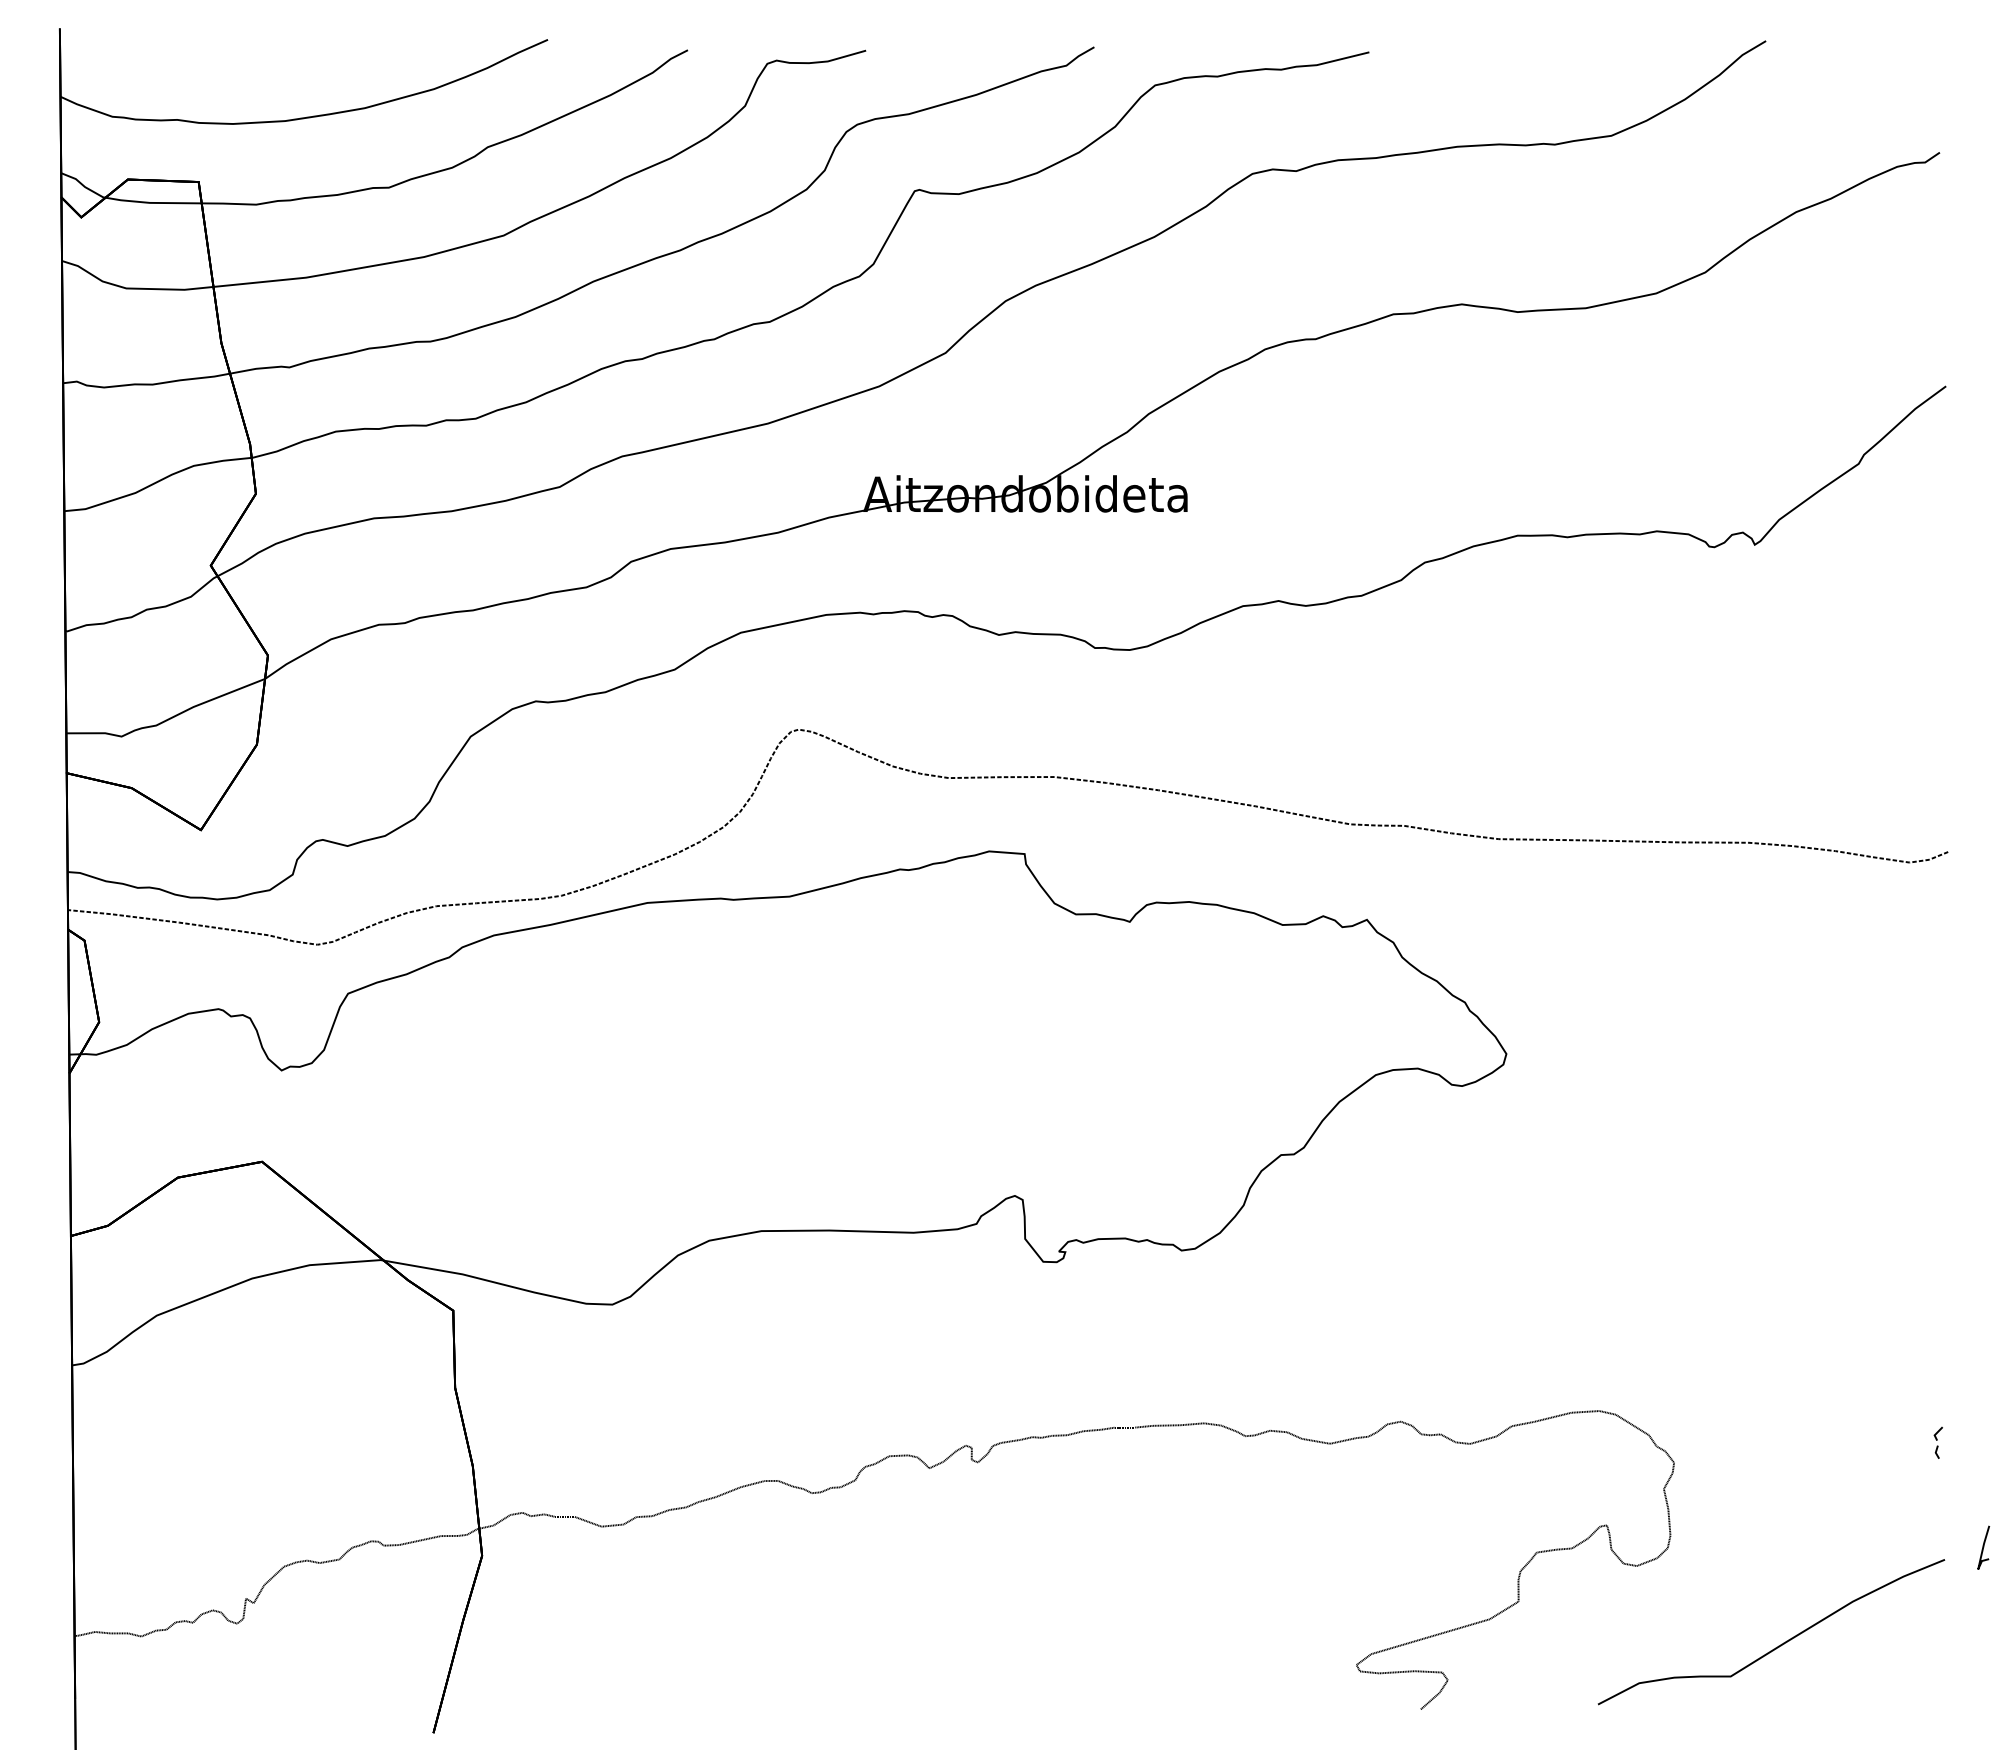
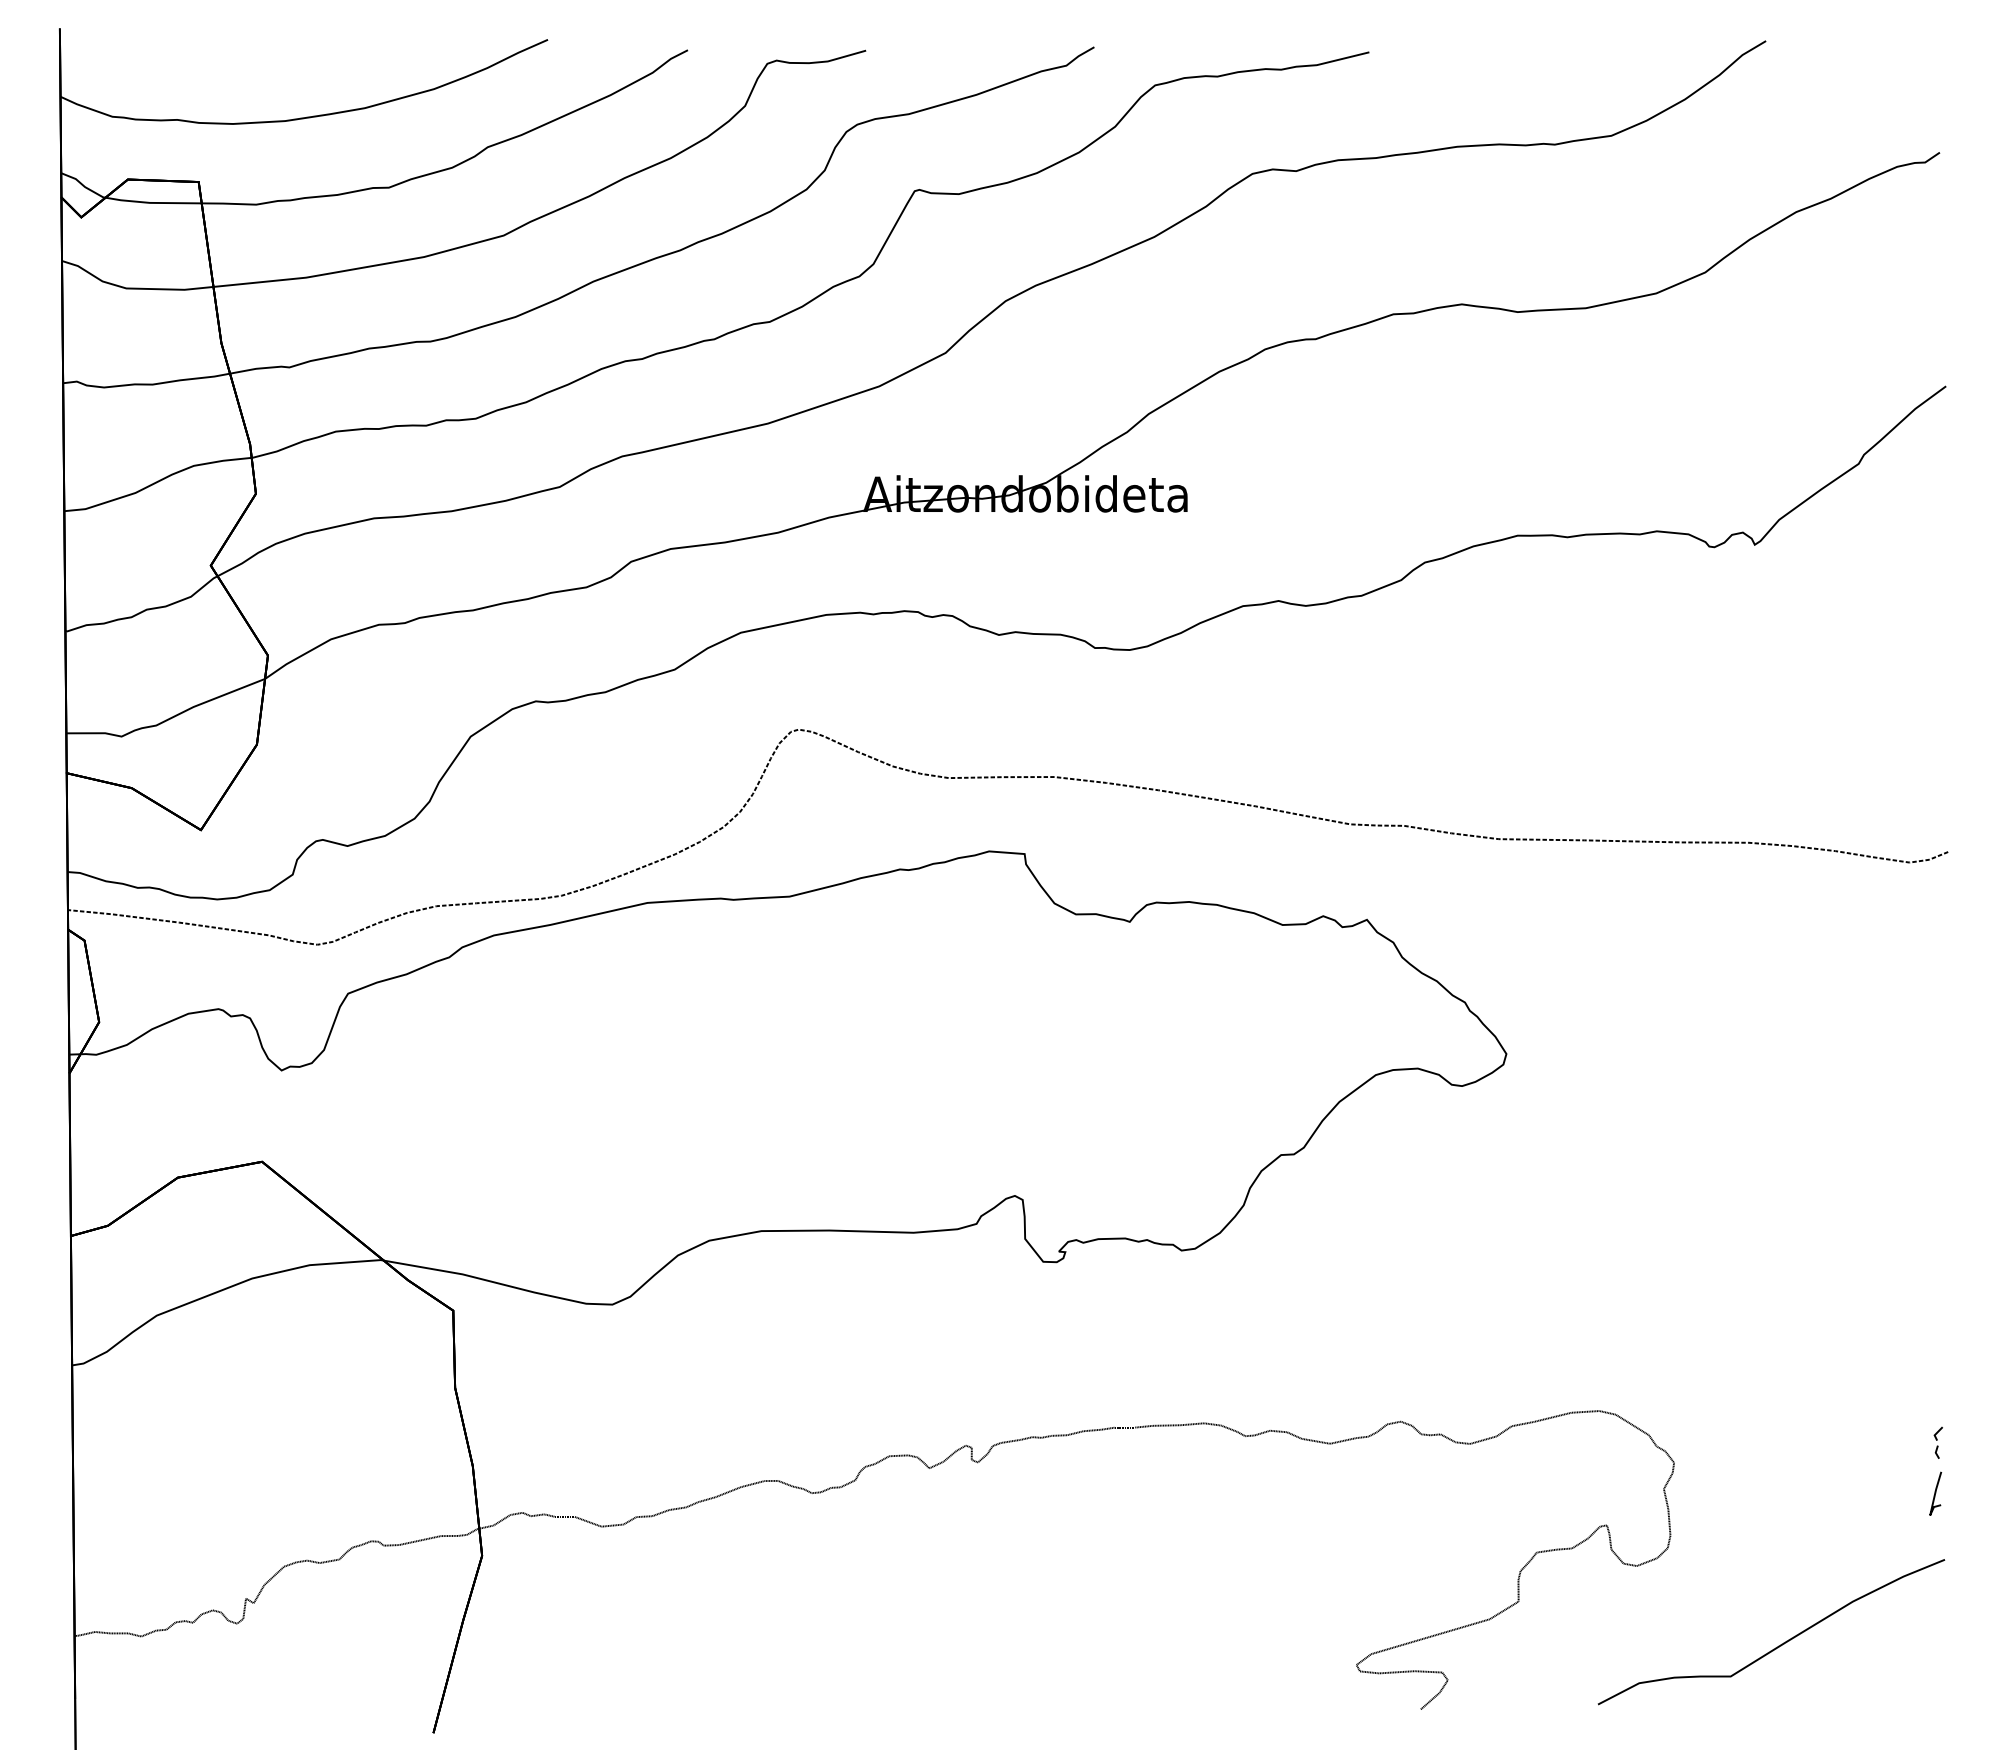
line at (1983, 1547) position: (1983, 1547) -> (1935, 1493)
